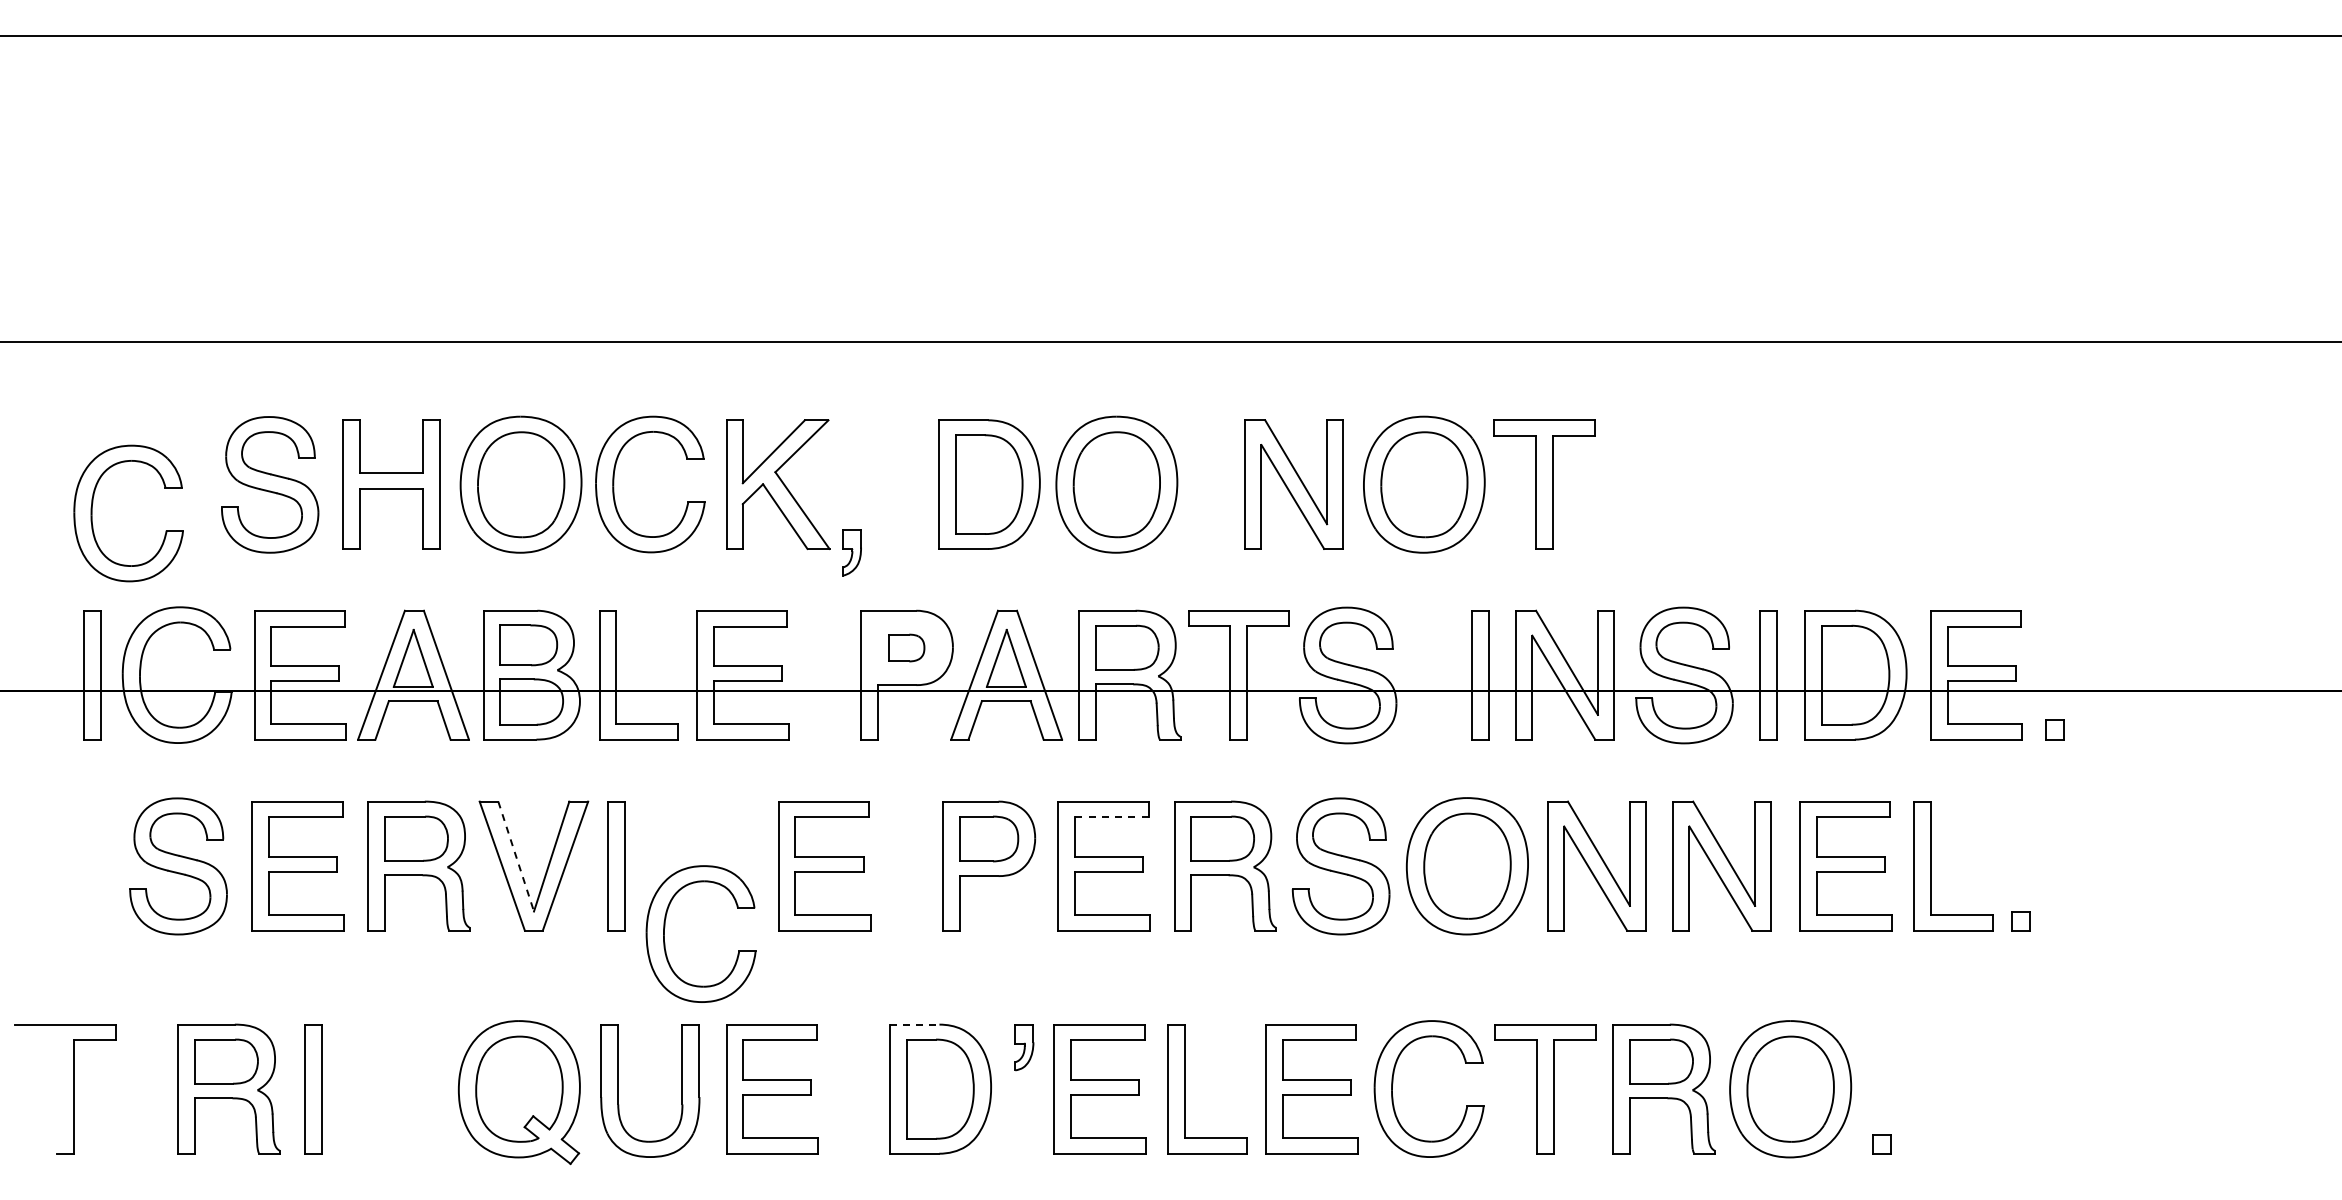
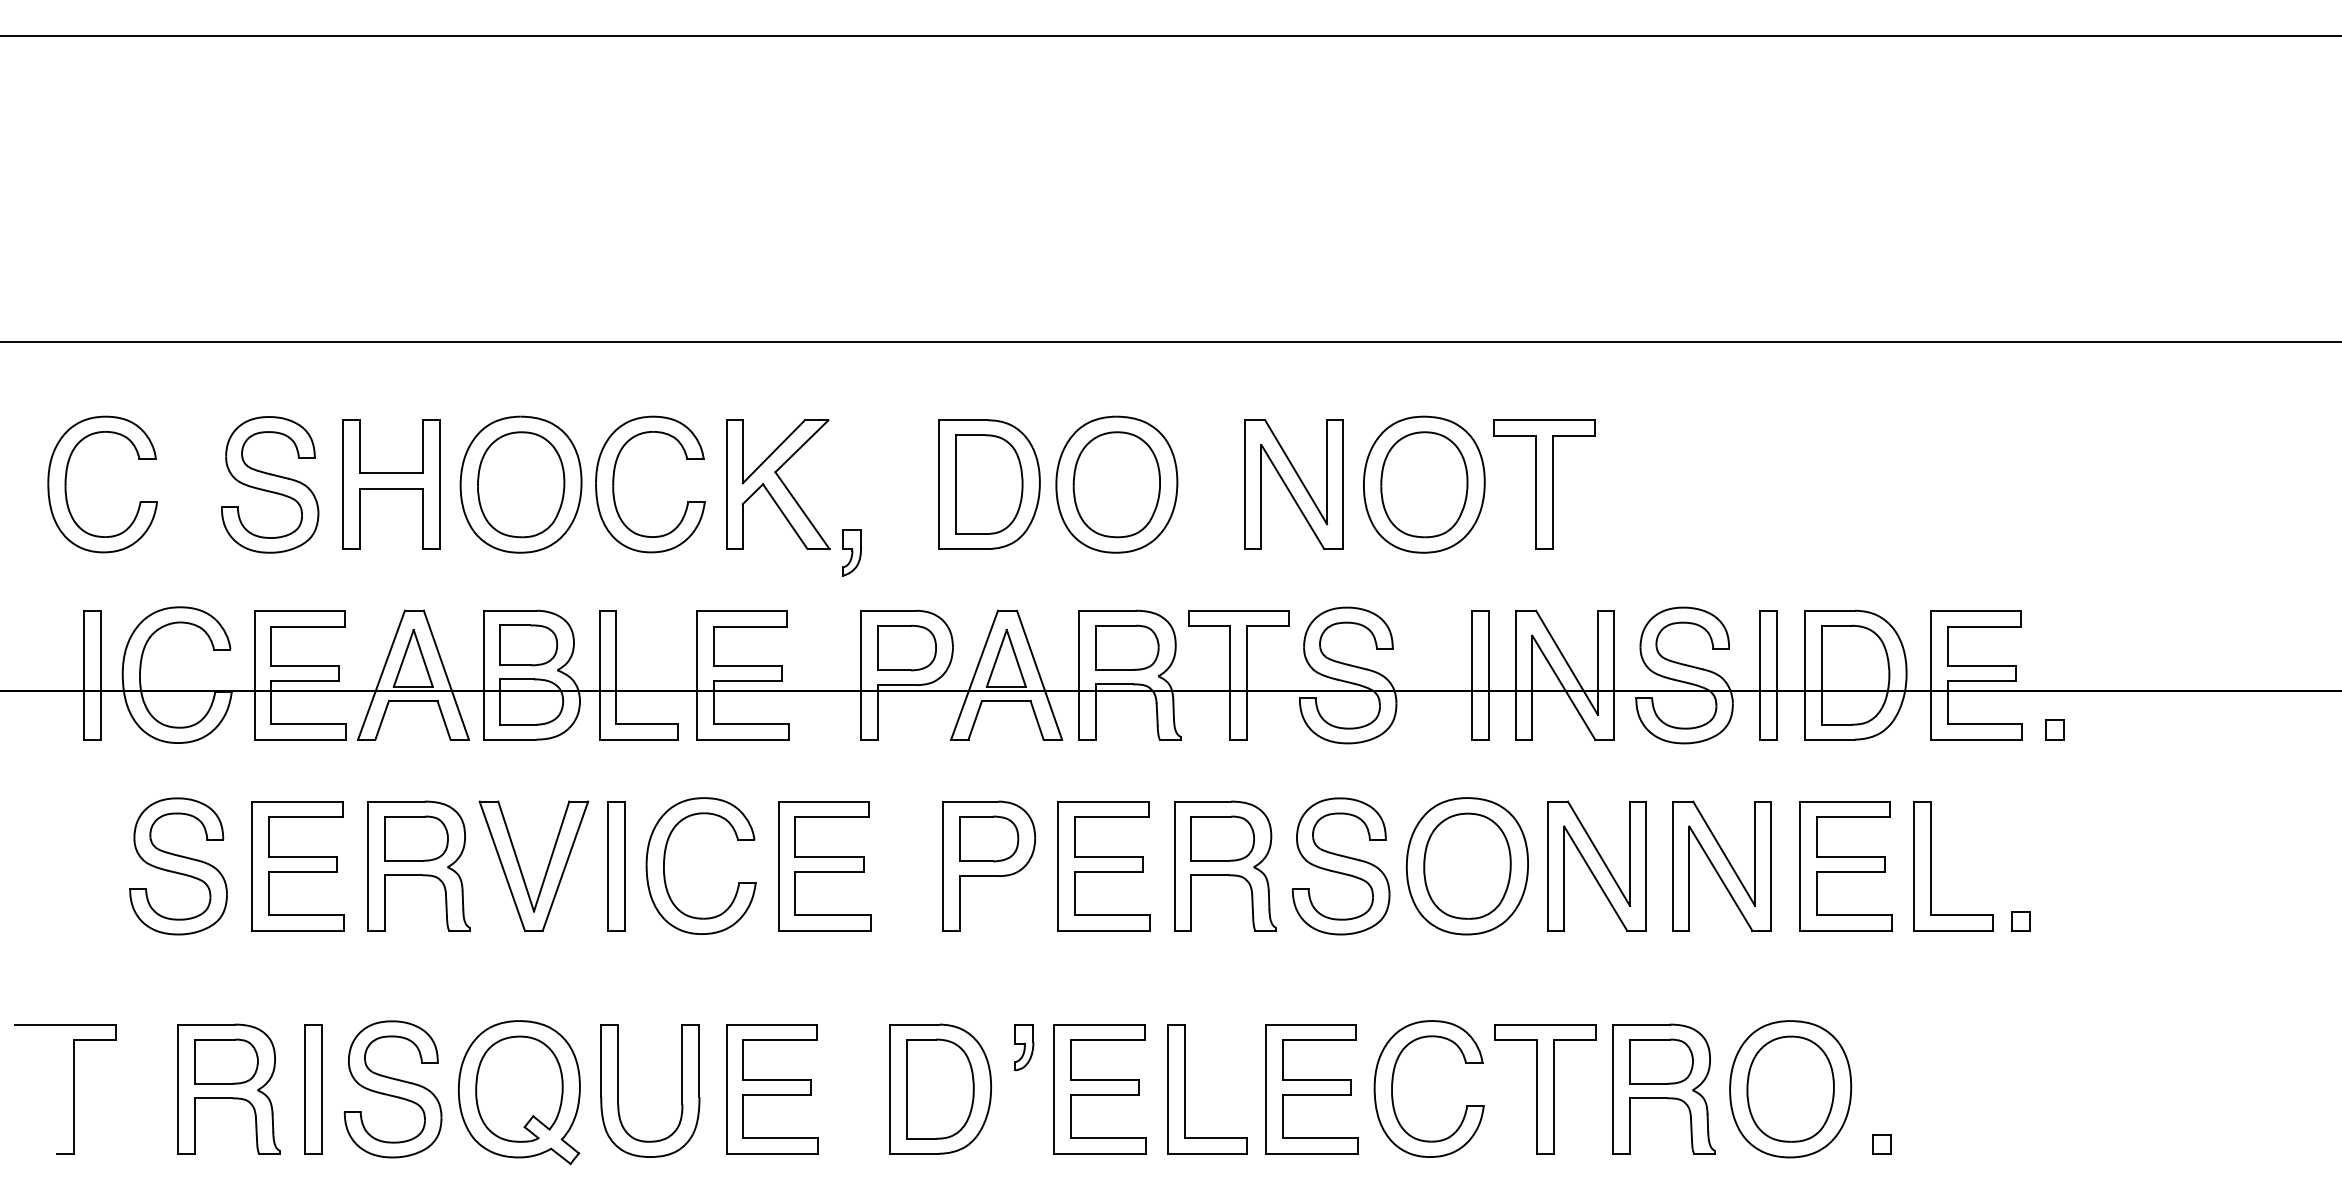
part at (92, 513) position: (92, 513) -> (66, 484)
part at (906, 647) size: 38x30 px -> 60x48 px
line at (1111, 817): dashed -> solid
line at (516, 856): dashed -> solid
part at (665, 927) position: (665, 927) -> (665, 859)
line at (914, 1024): dashed -> solid
part at (392, 1089): none -> present
